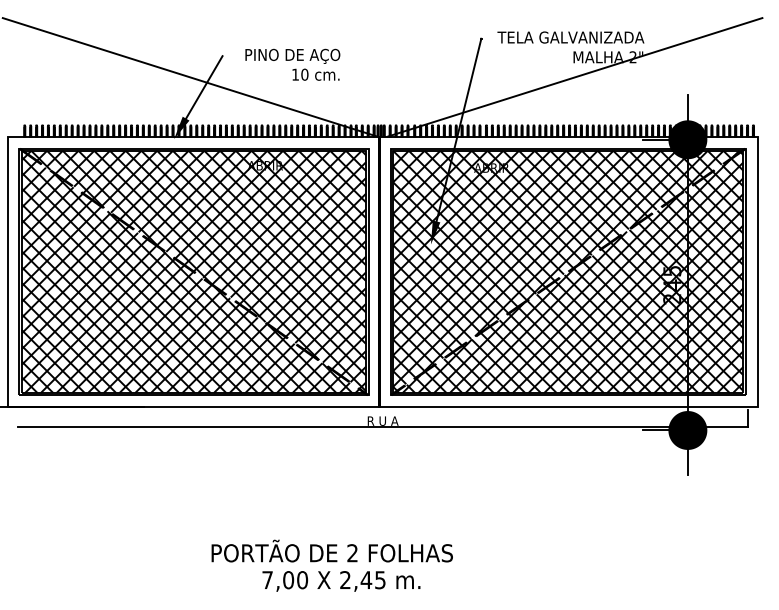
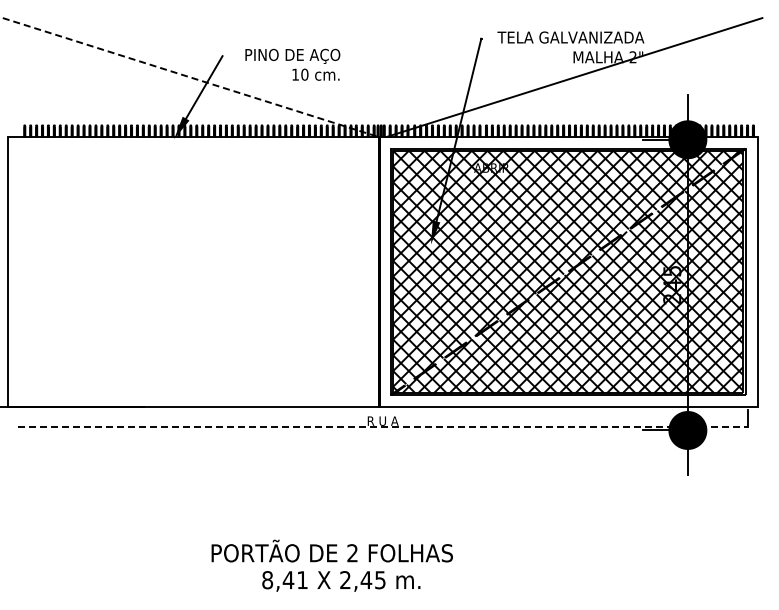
line at (190, 77): solid -> dashed
part at (193, 271): present -> none
line at (382, 427): solid -> dashed
text at (285, 580): 7,00 -> 8,41
